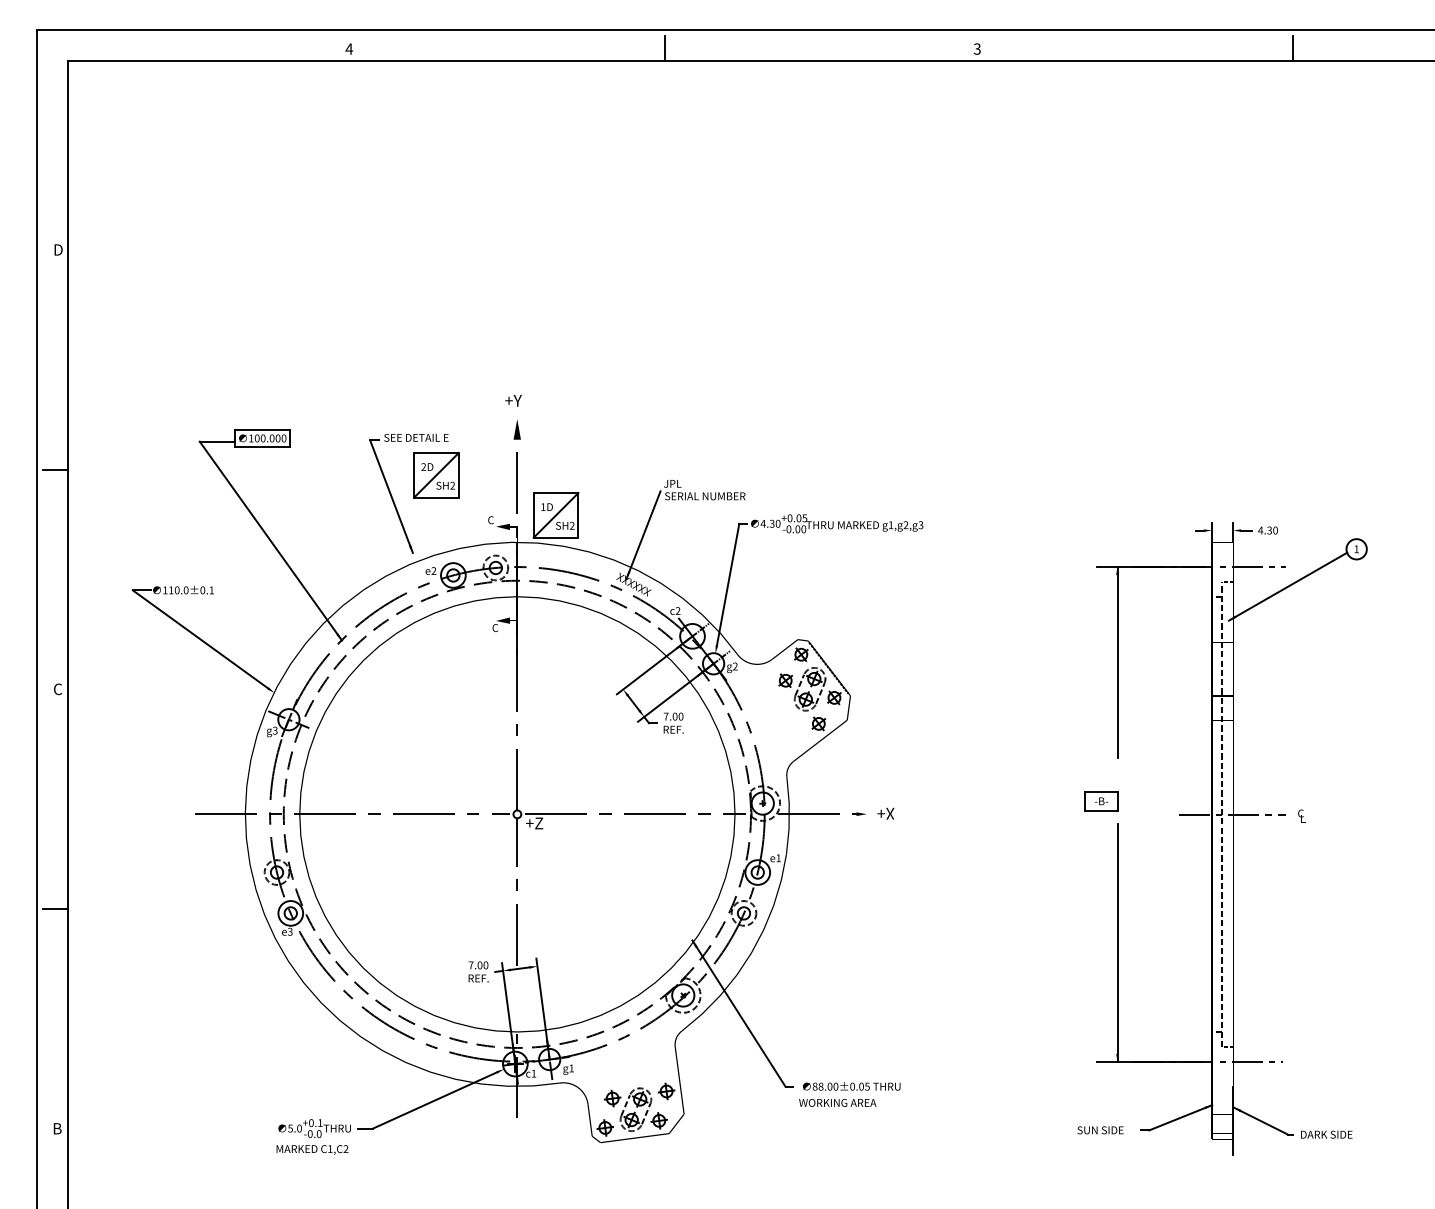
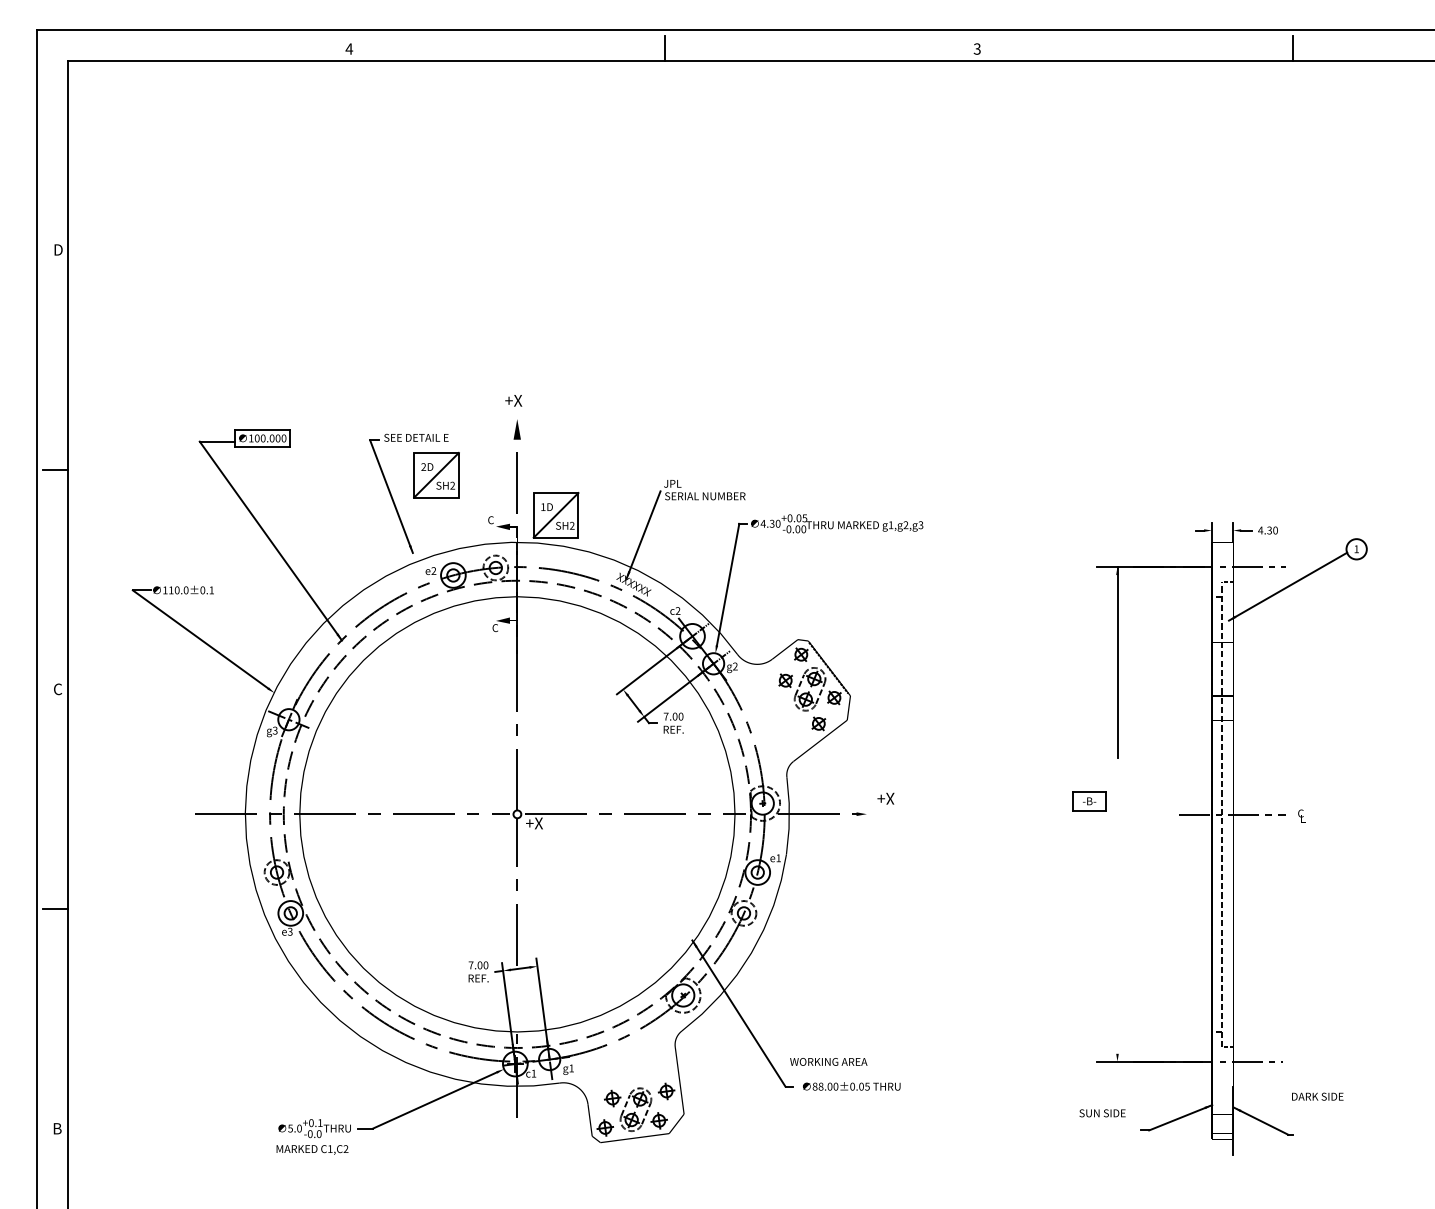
text at (517, 400): +Y -> +X
part at (1101, 801) position: (1101, 801) -> (1089, 801)
text at (885, 813) position: (885, 813) -> (885, 798)
text at (538, 823): +Z -> +X
line at (1117, 942): present -> none
text at (837, 1102) position: (837, 1102) -> (828, 1061)
text at (1100, 1130) position: (1100, 1130) -> (1102, 1113)
text at (1326, 1134) position: (1326, 1134) -> (1317, 1096)
